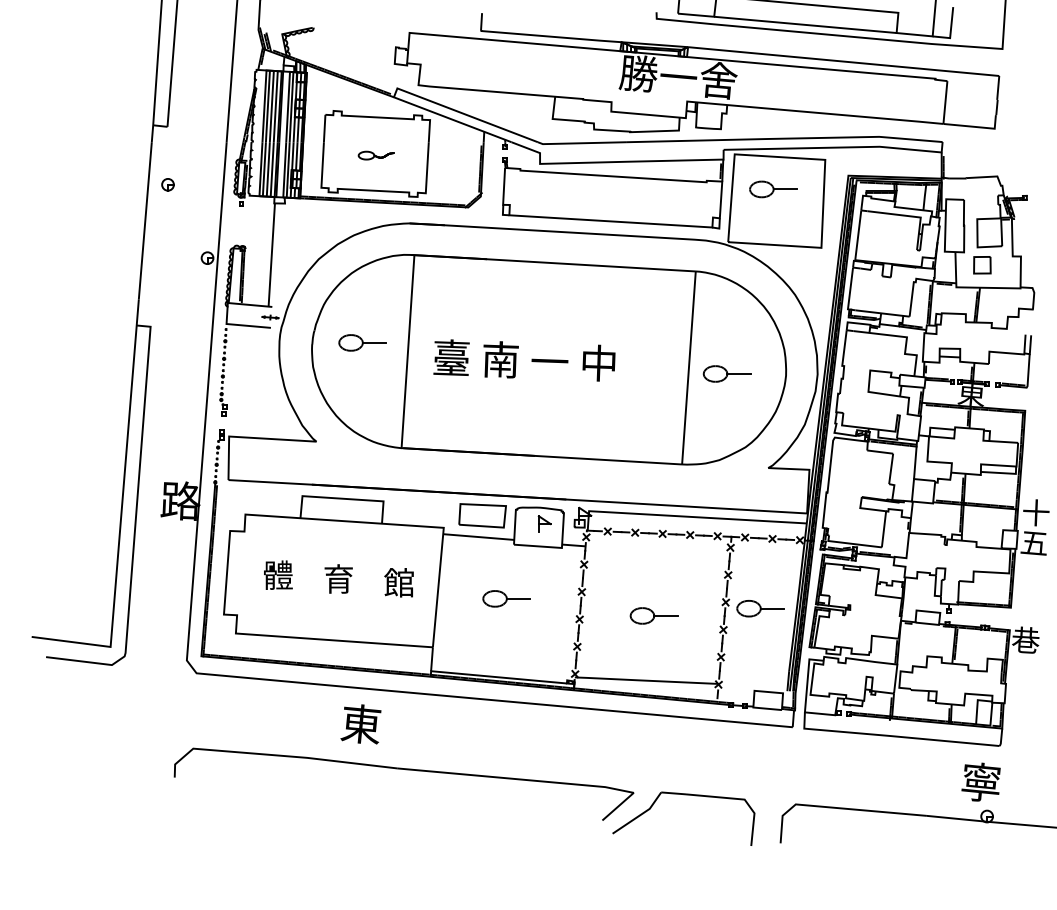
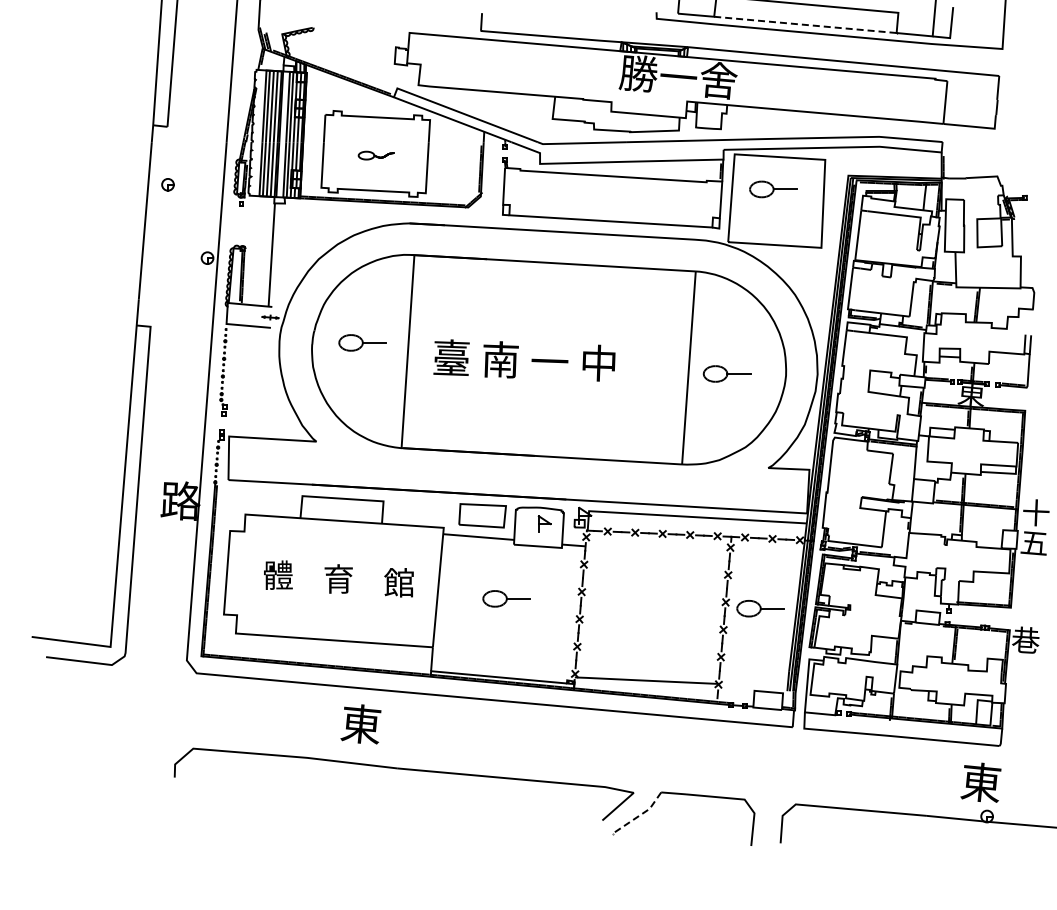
line at (806, 25): solid -> dashed
part at (982, 265): present -> none
part at (653, 615): present -> none
text at (980, 782): 寧 -> 東
line at (639, 815): solid -> dashed
